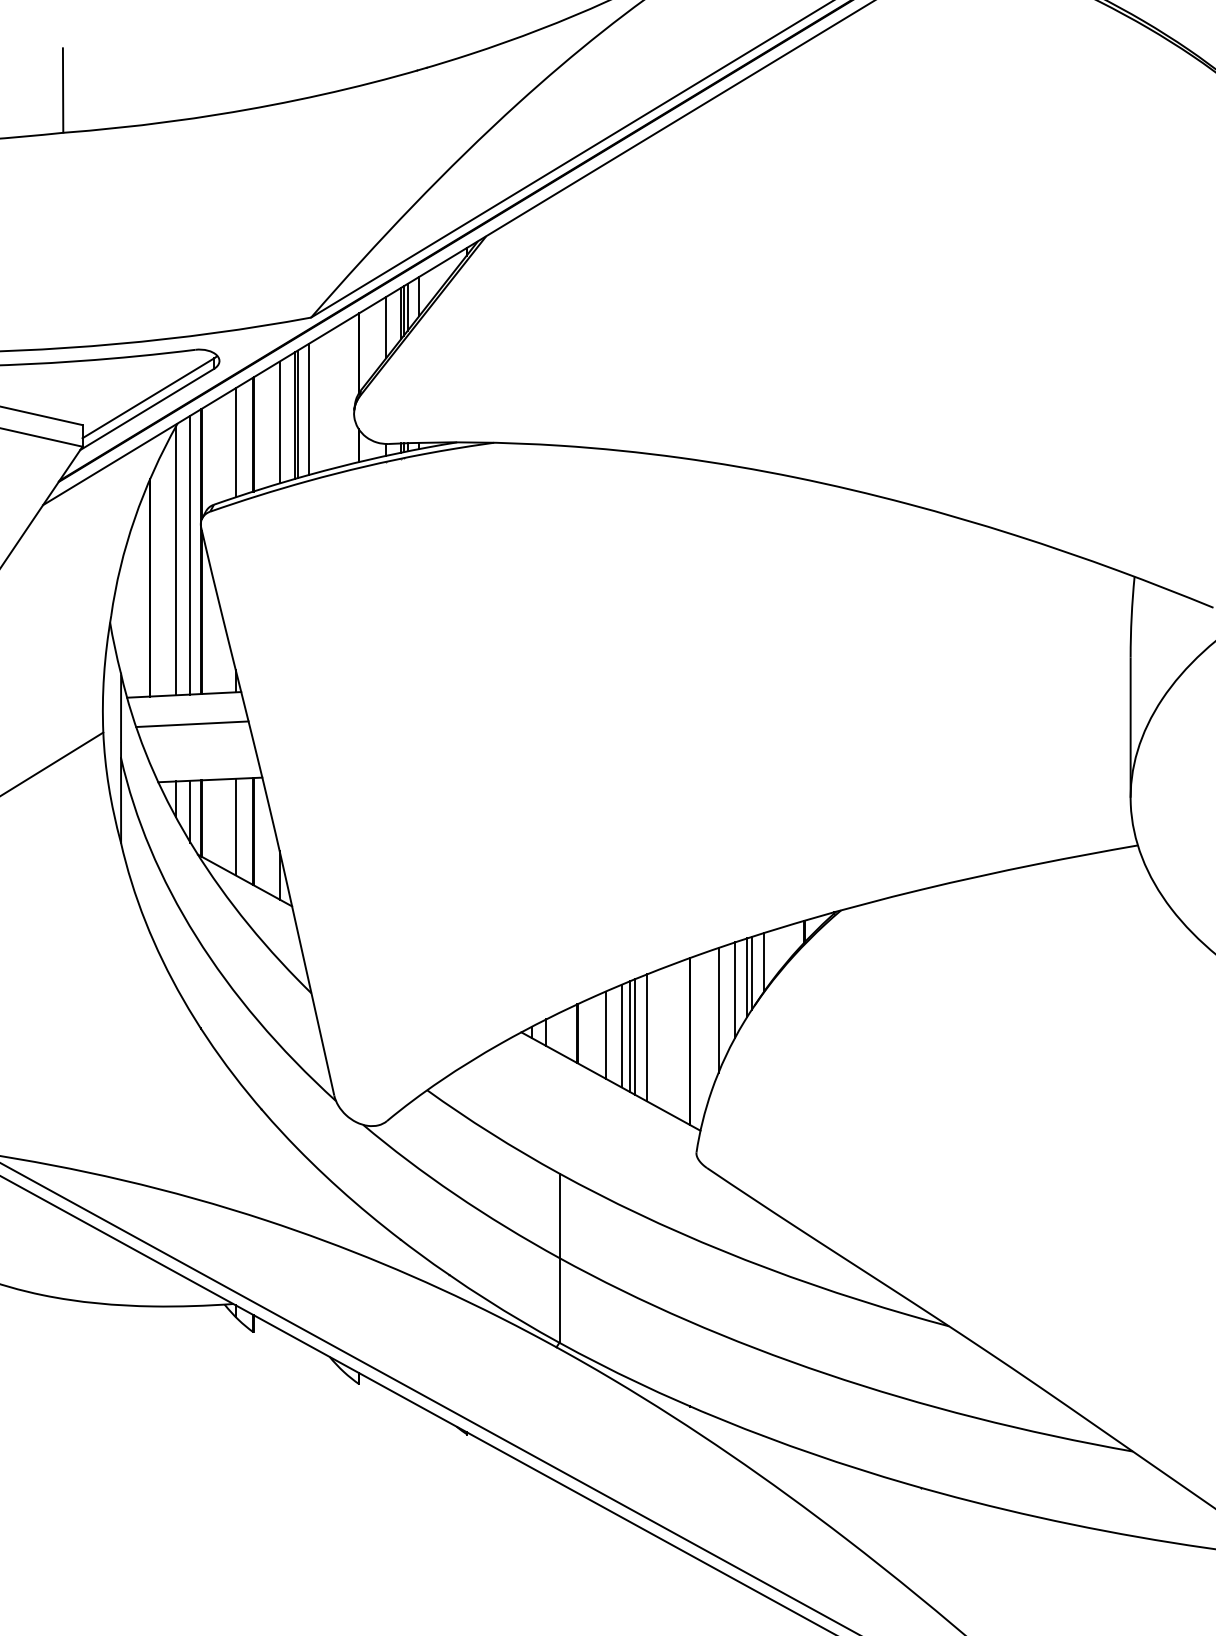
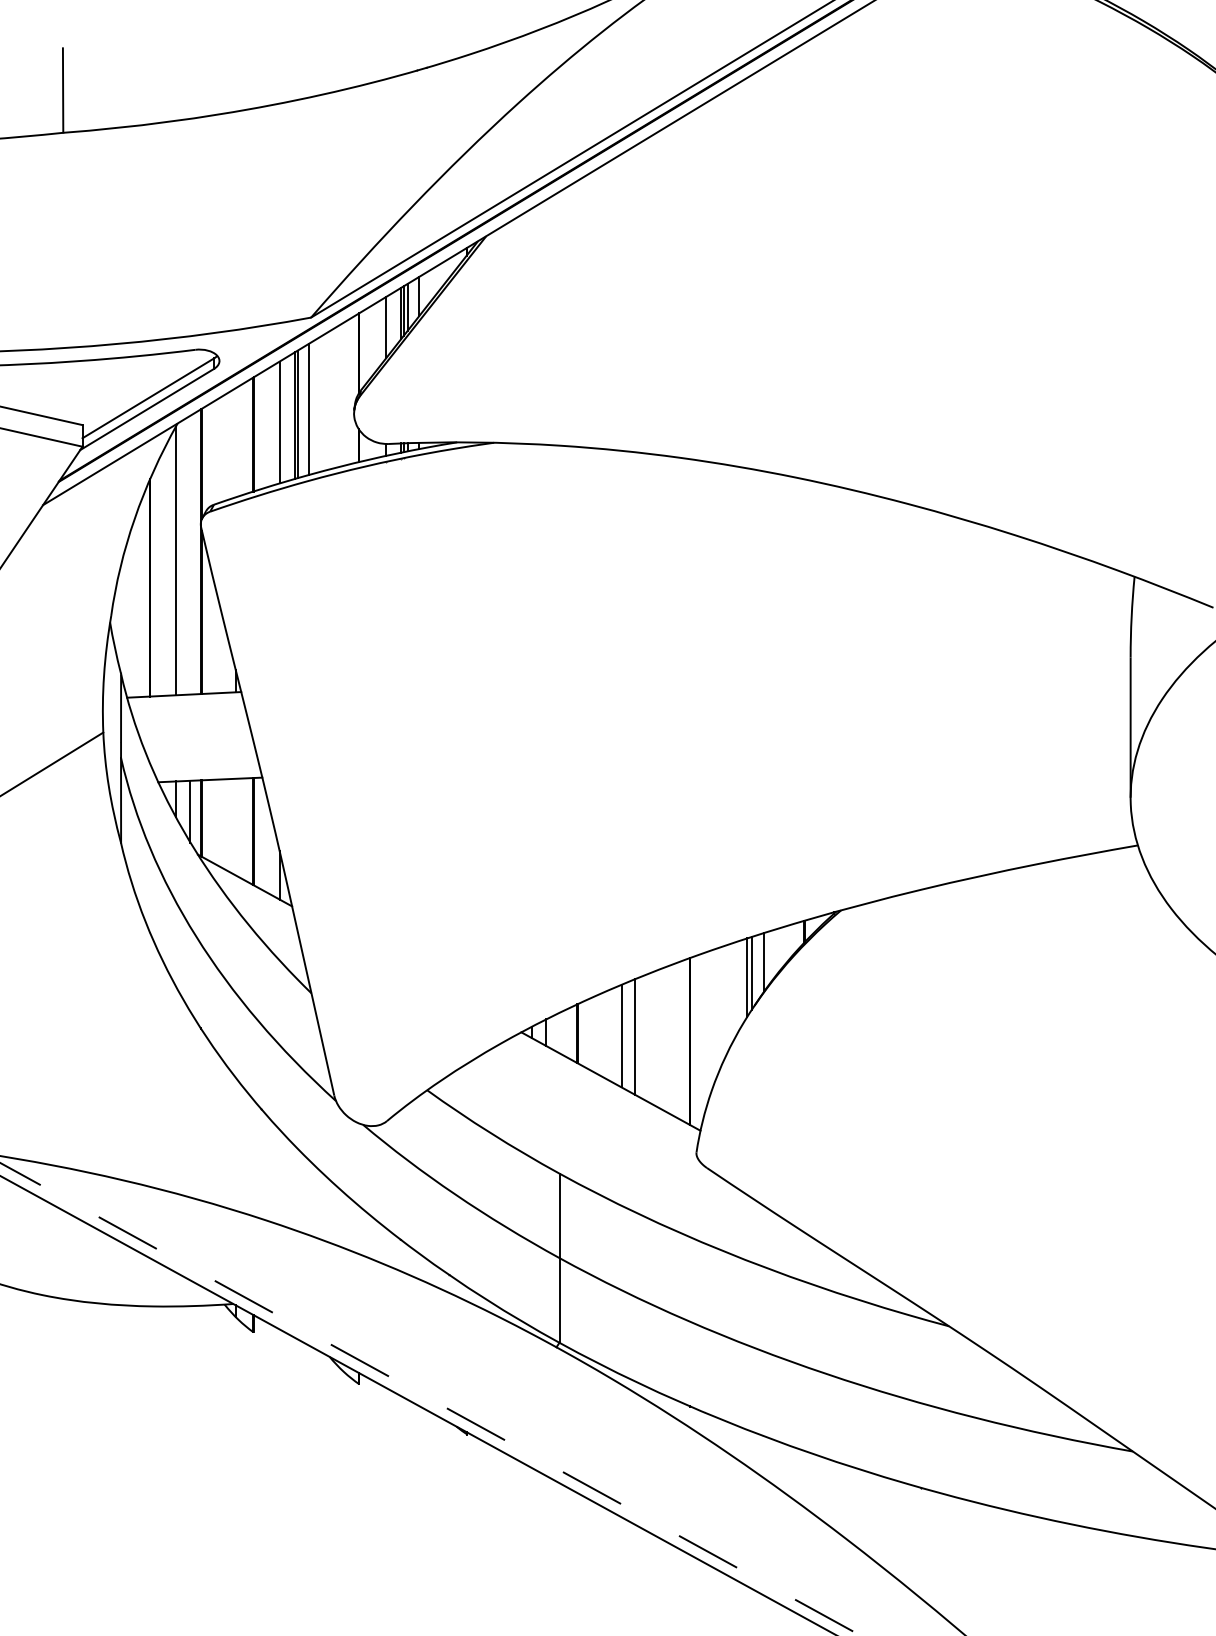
line at (235, 442): present -> none
line at (190, 554): present -> none
line at (192, 724): present -> none
line at (235, 826): present -> none
line at (734, 990): present -> none
line at (718, 1009): present -> none
line at (605, 1034): present -> none
line at (630, 1036): present -> none
line at (646, 1037): present -> none
line at (431, 1399): solid -> dashed
